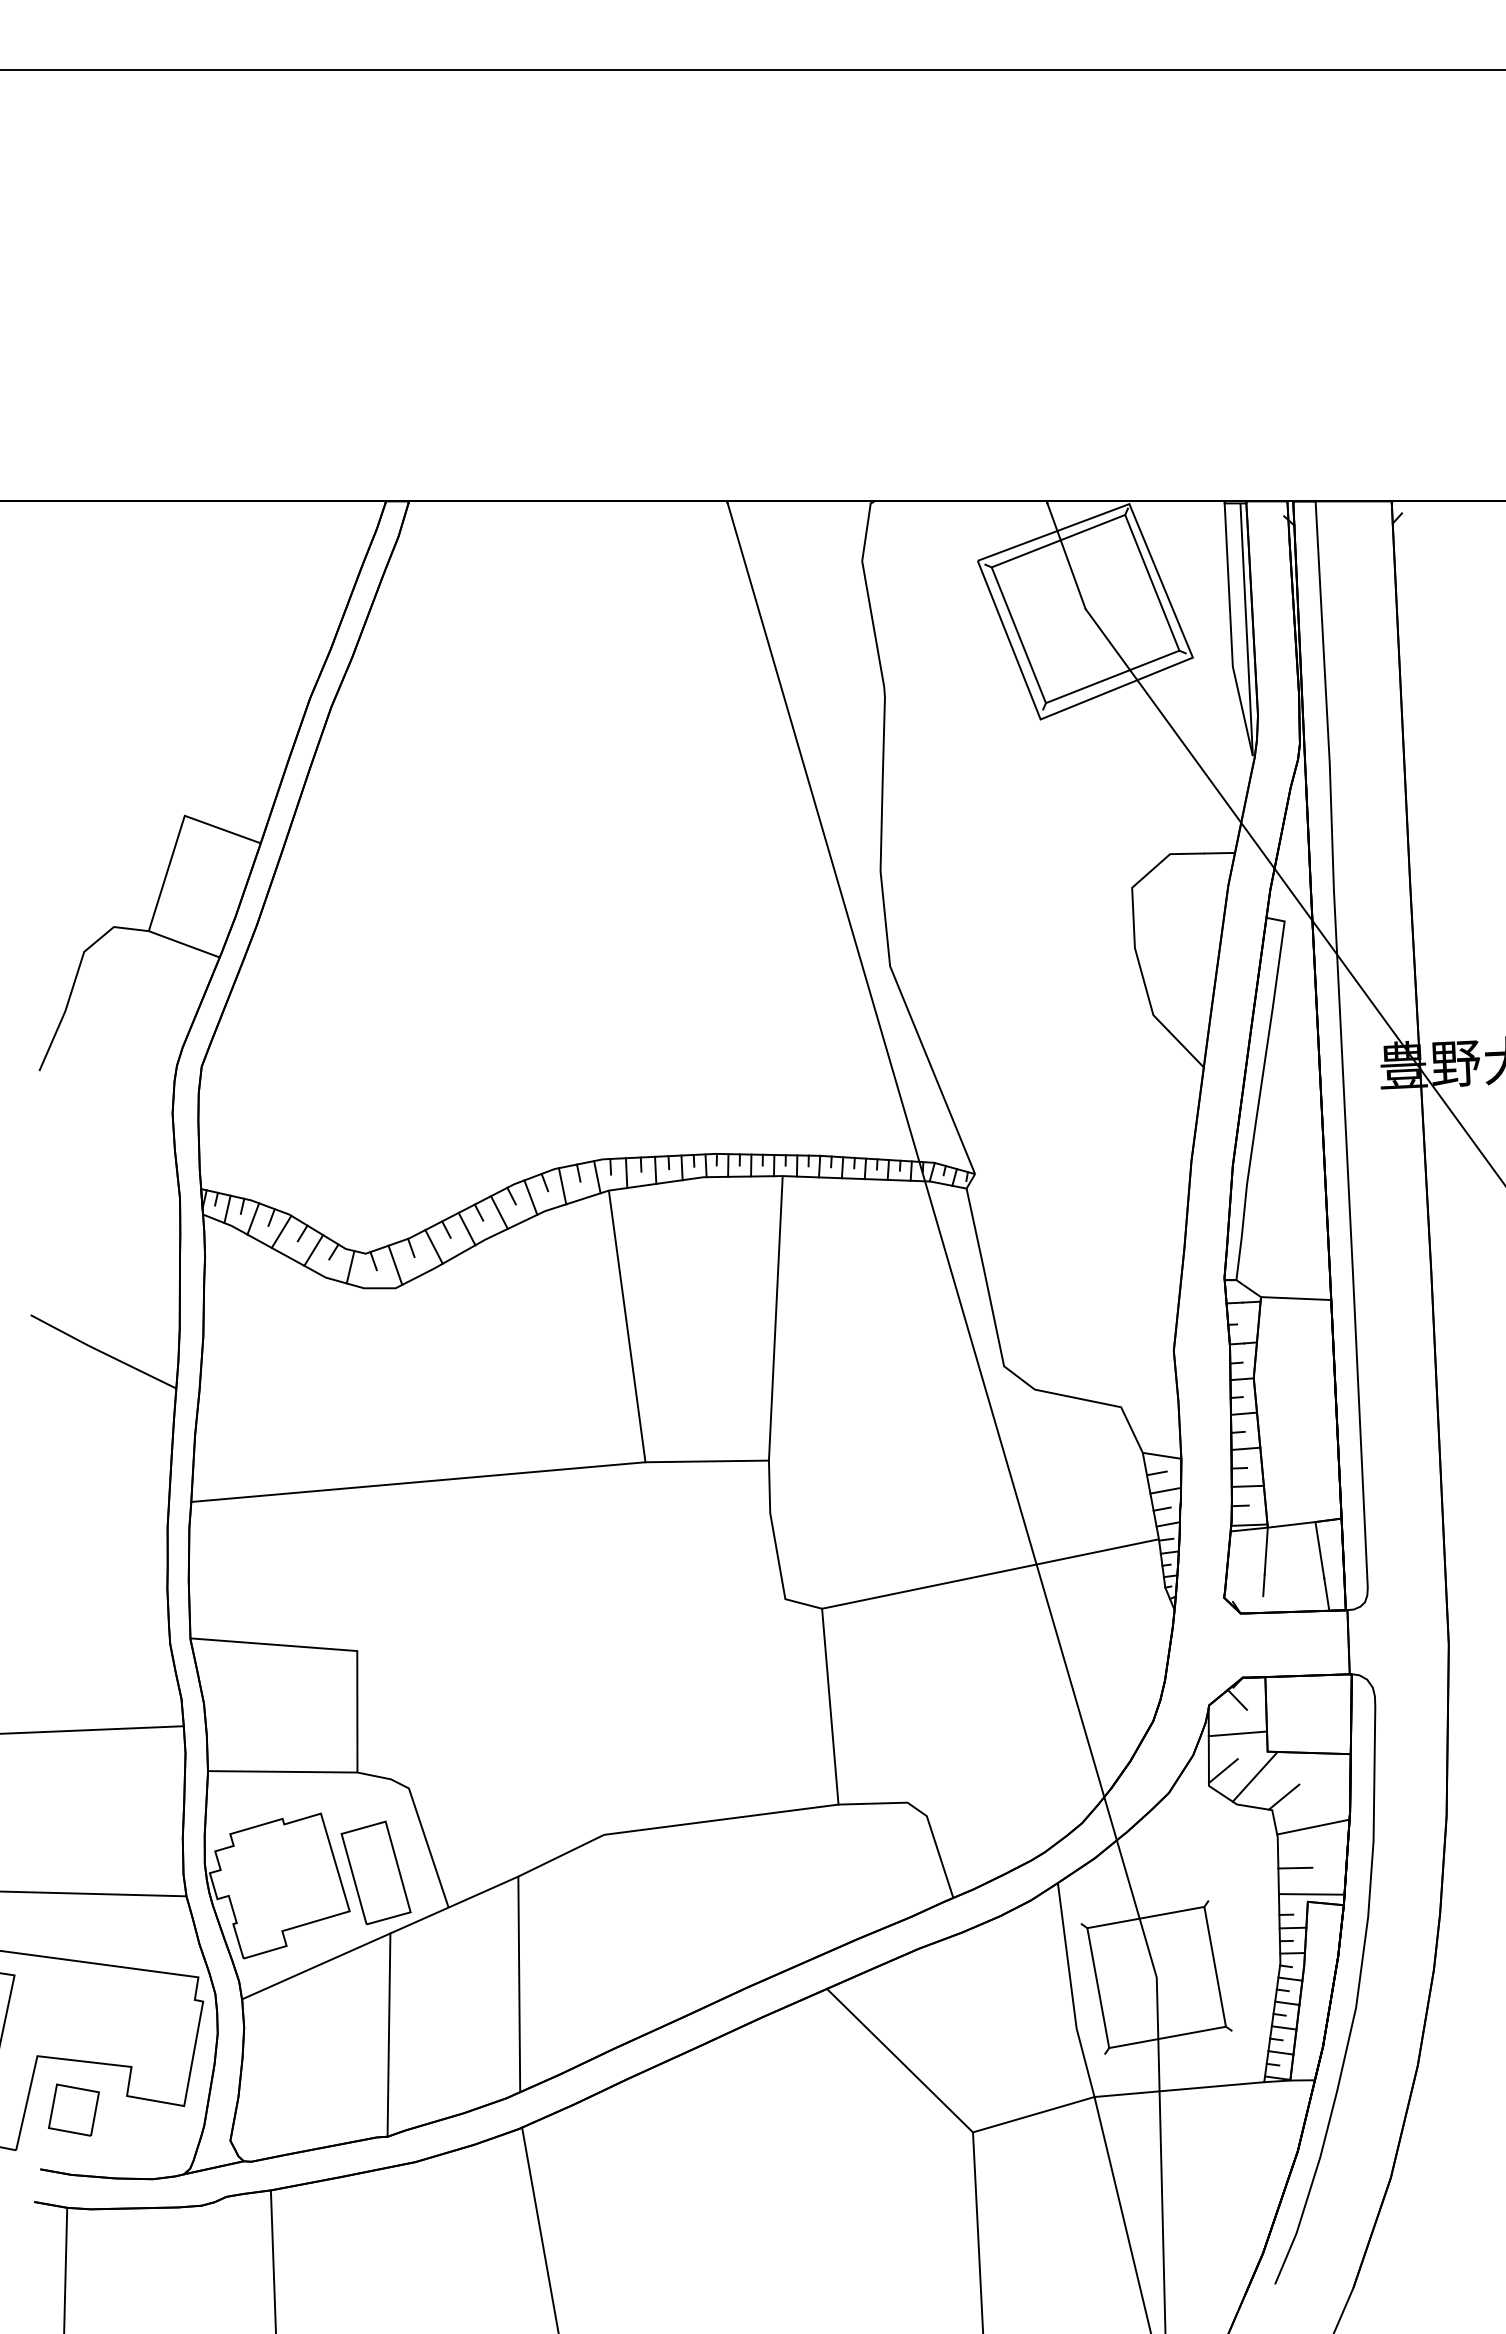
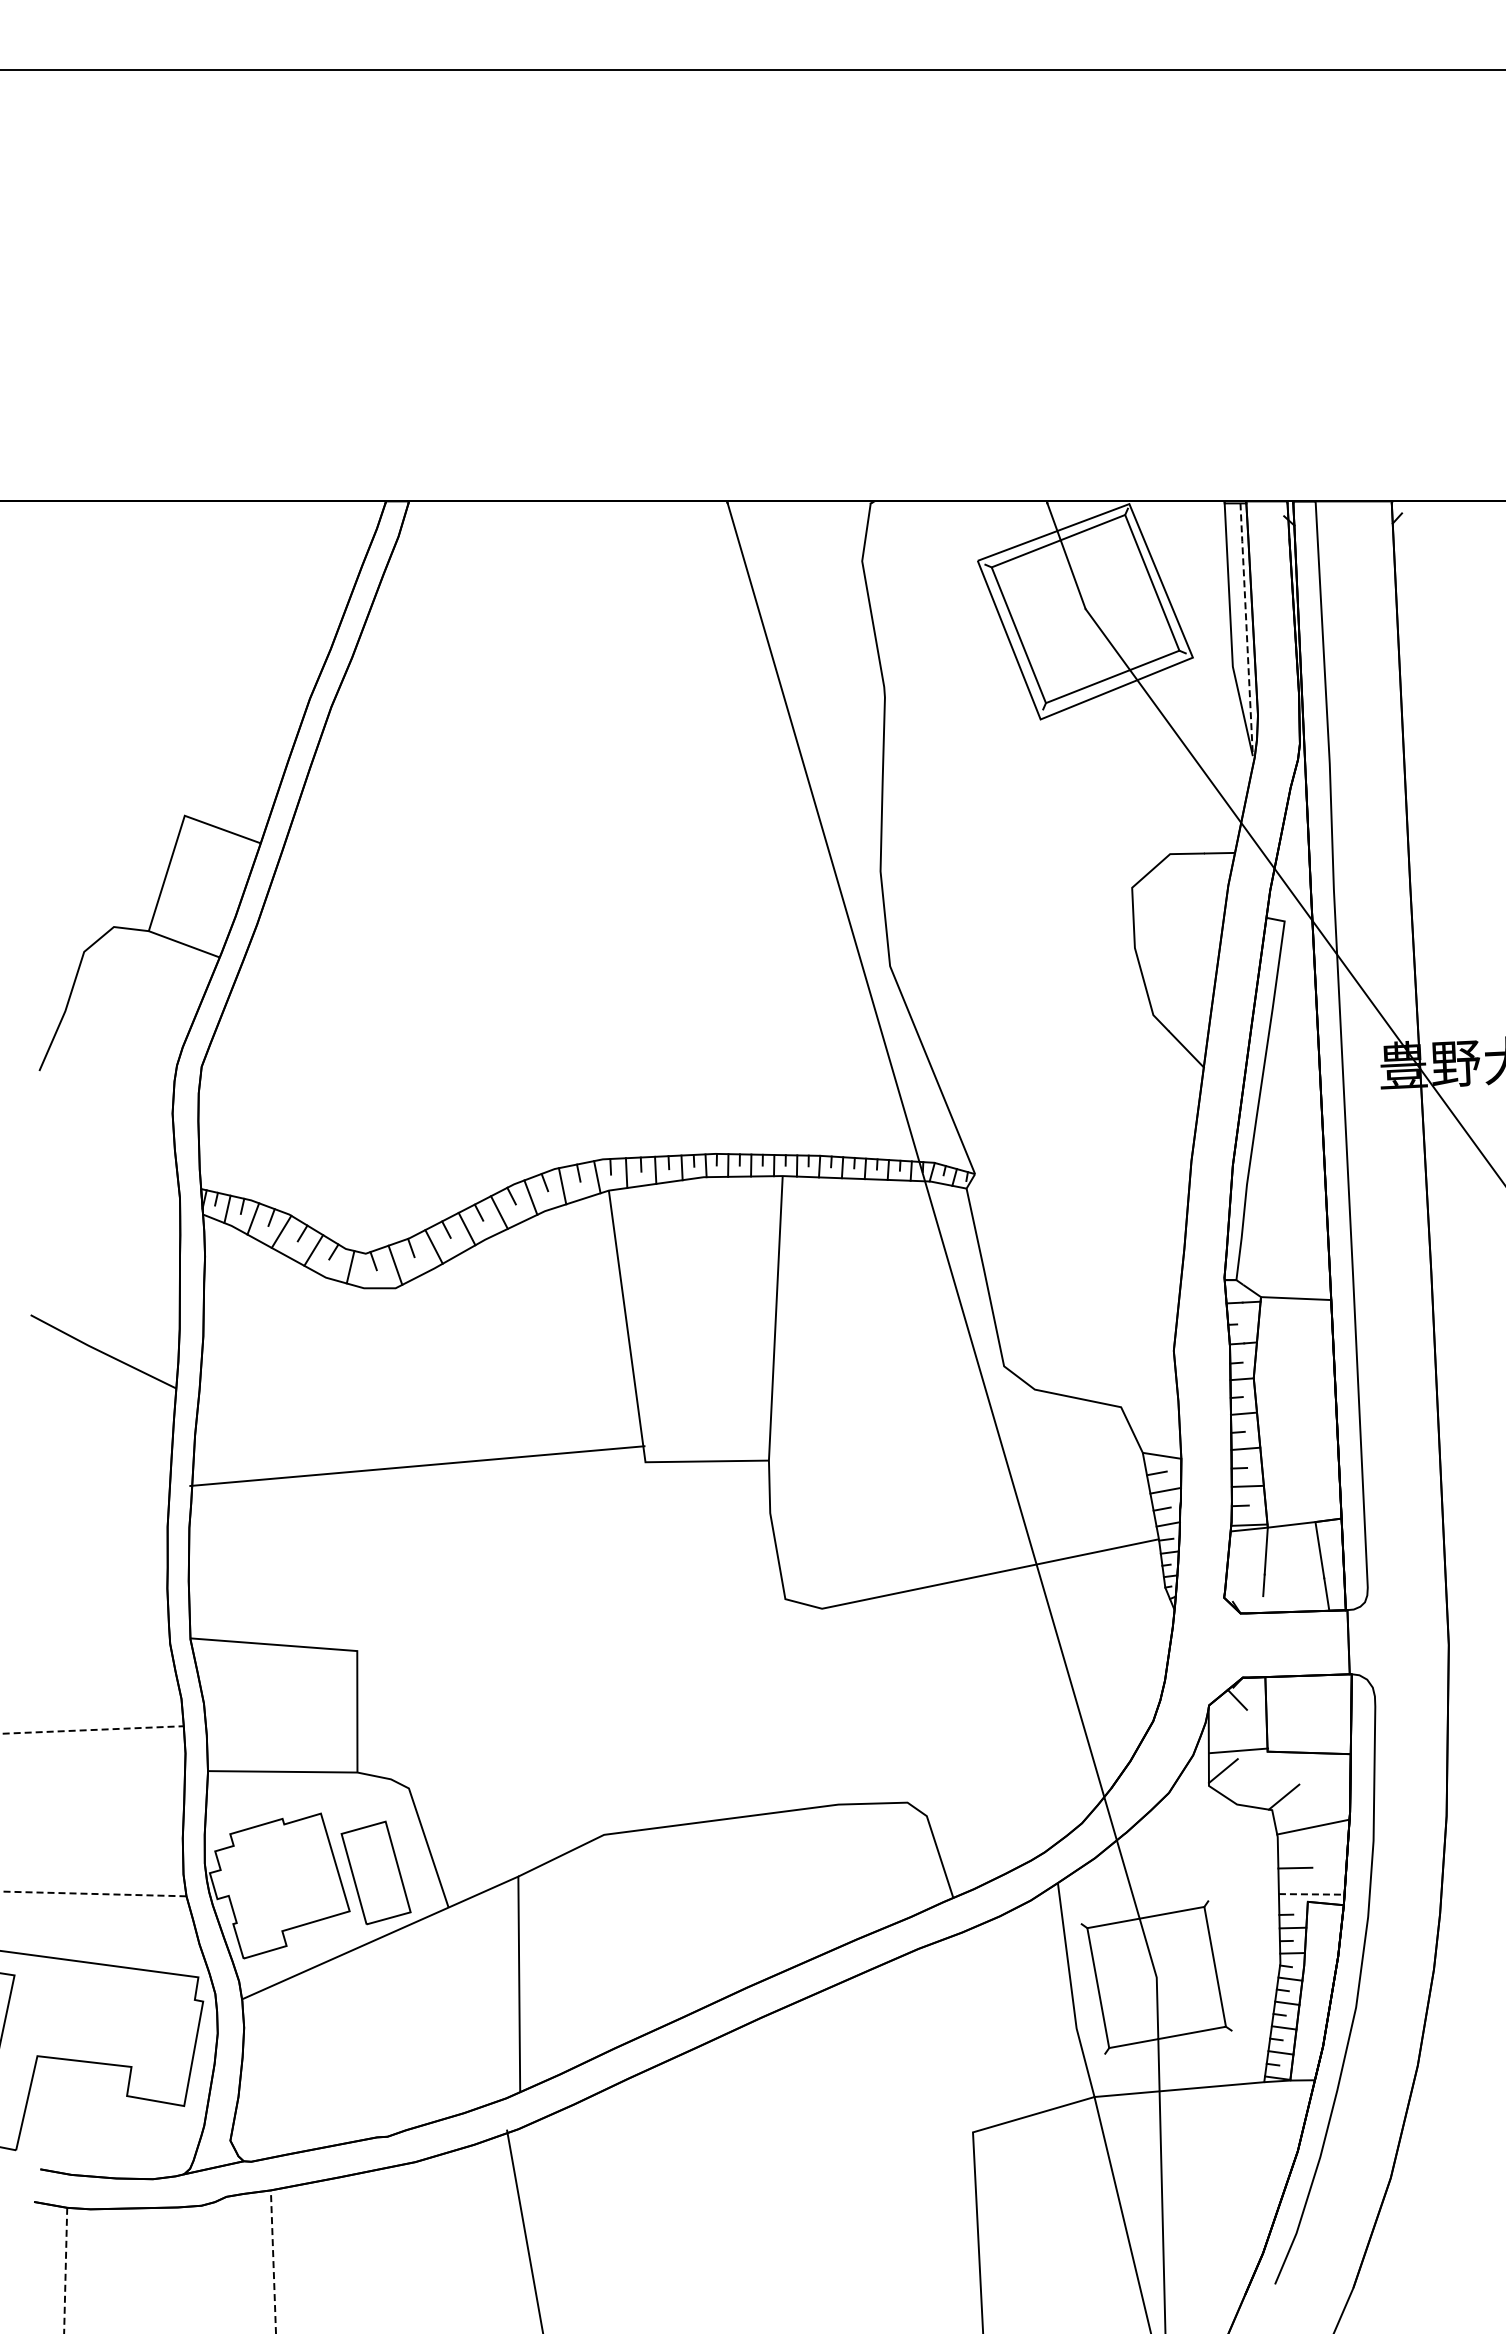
line at (1246, 629): solid -> dashed
line at (418, 1481) position: (418, 1481) -> (417, 1465)
line at (830, 1706): present -> none
line at (1237, 1733) position: (1237, 1733) -> (1238, 1750)
line at (1254, 1776): present -> none
line at (1, 1891): solid -> dashed
line at (1311, 1894): solid -> dashed
line at (388, 2034): present -> none
line at (899, 2060): present -> none
part at (73, 2109): present -> none
line at (540, 2228) position: (540, 2228) -> (524, 2230)
line at (275, 2324): solid -> dashed
